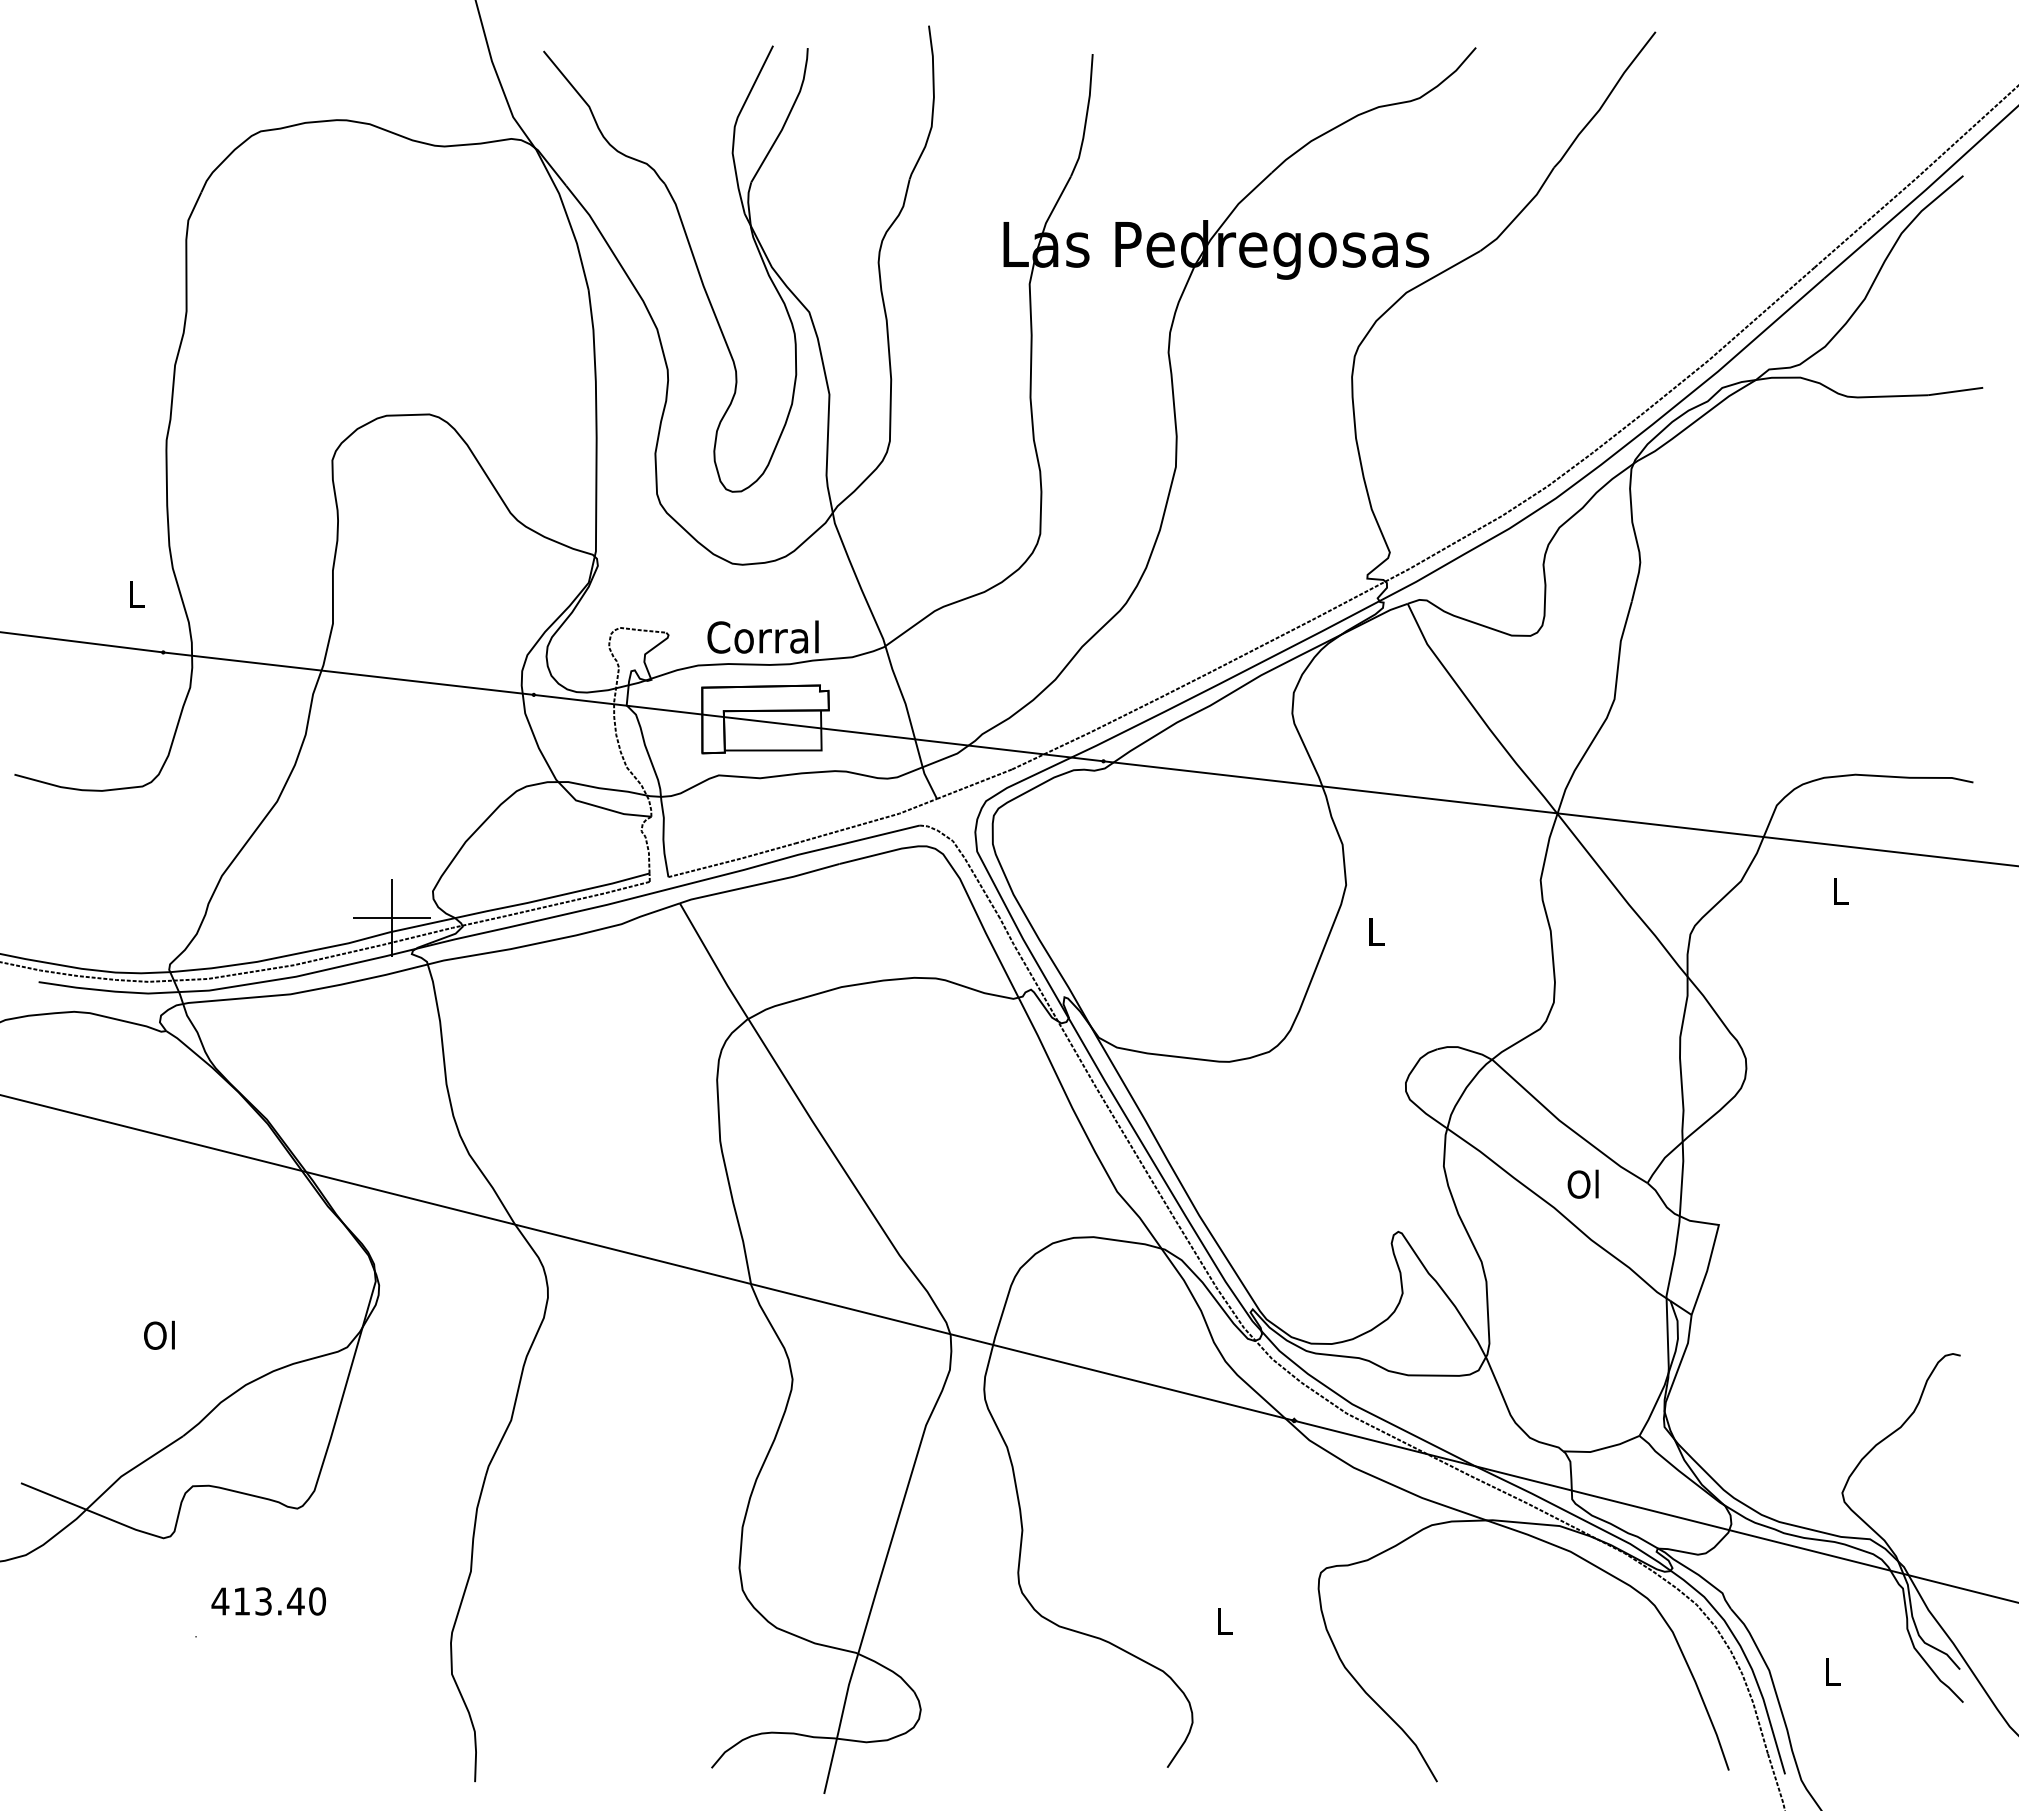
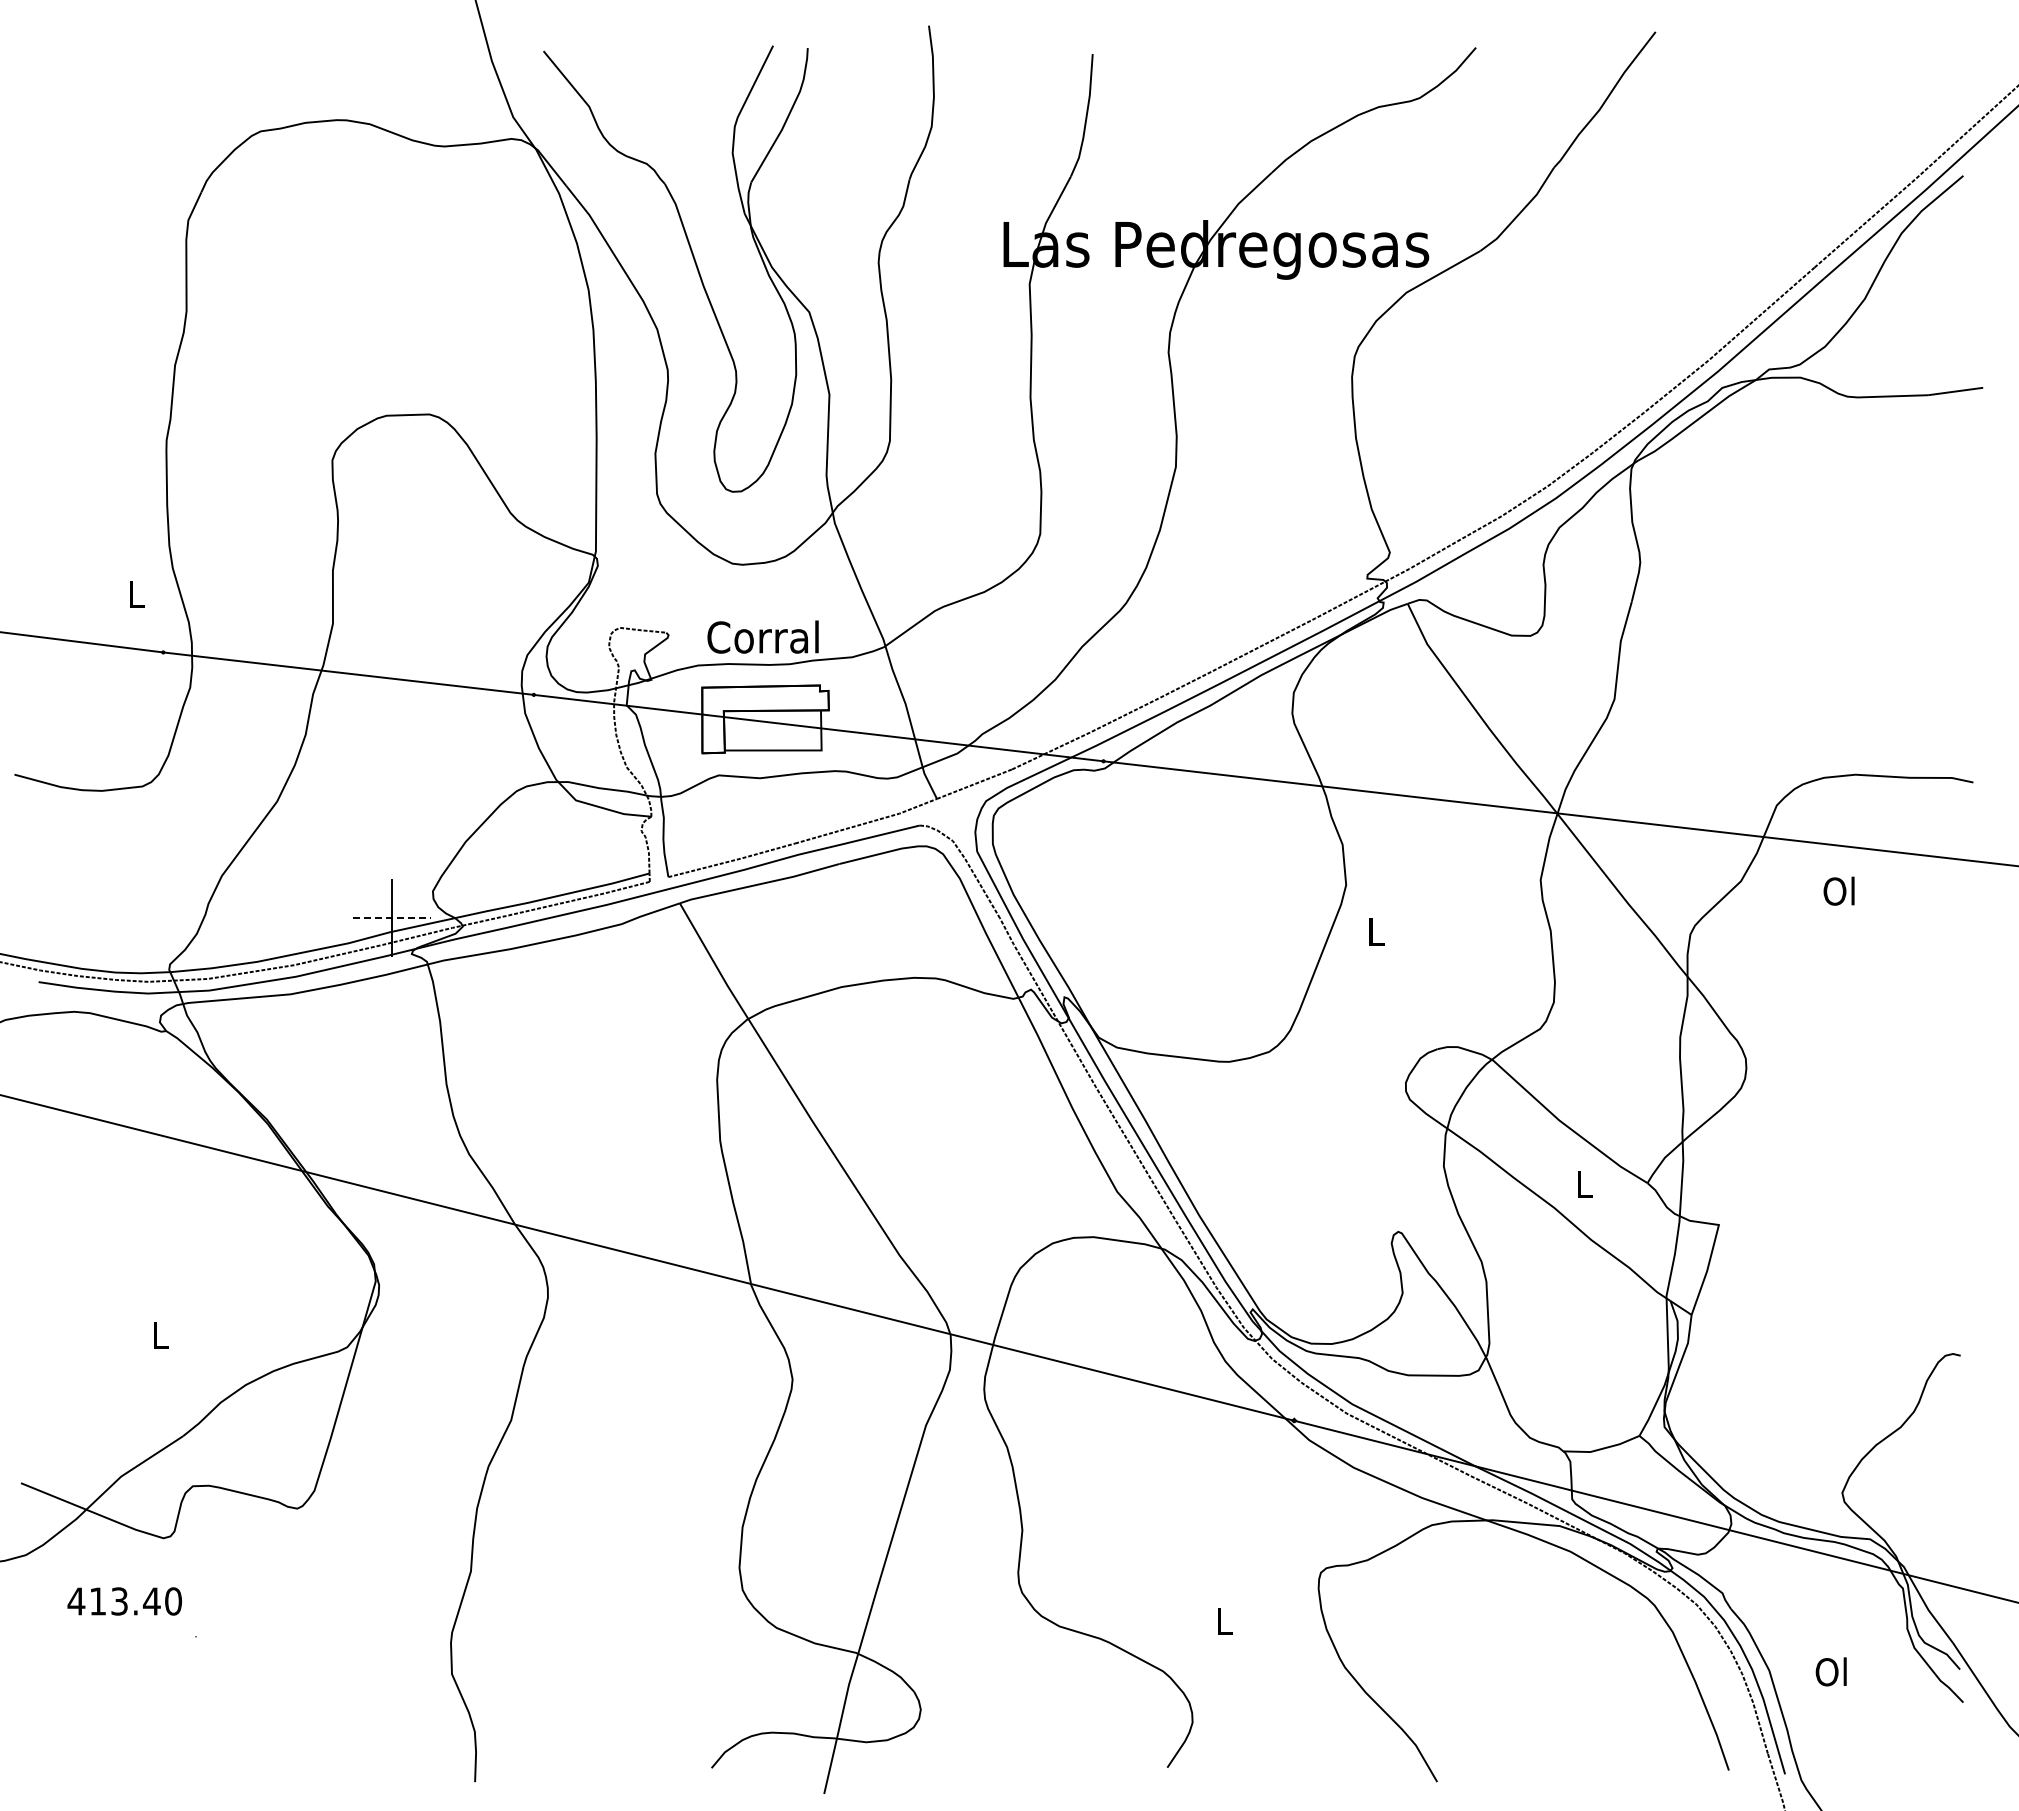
text at (1838, 890): L -> Ol
line at (392, 917): solid -> dashed
text at (1582, 1183): Ol -> L
text at (159, 1334): Ol -> L
text at (268, 1601) position: (268, 1601) -> (124, 1601)
text at (1830, 1671): L -> Ol
